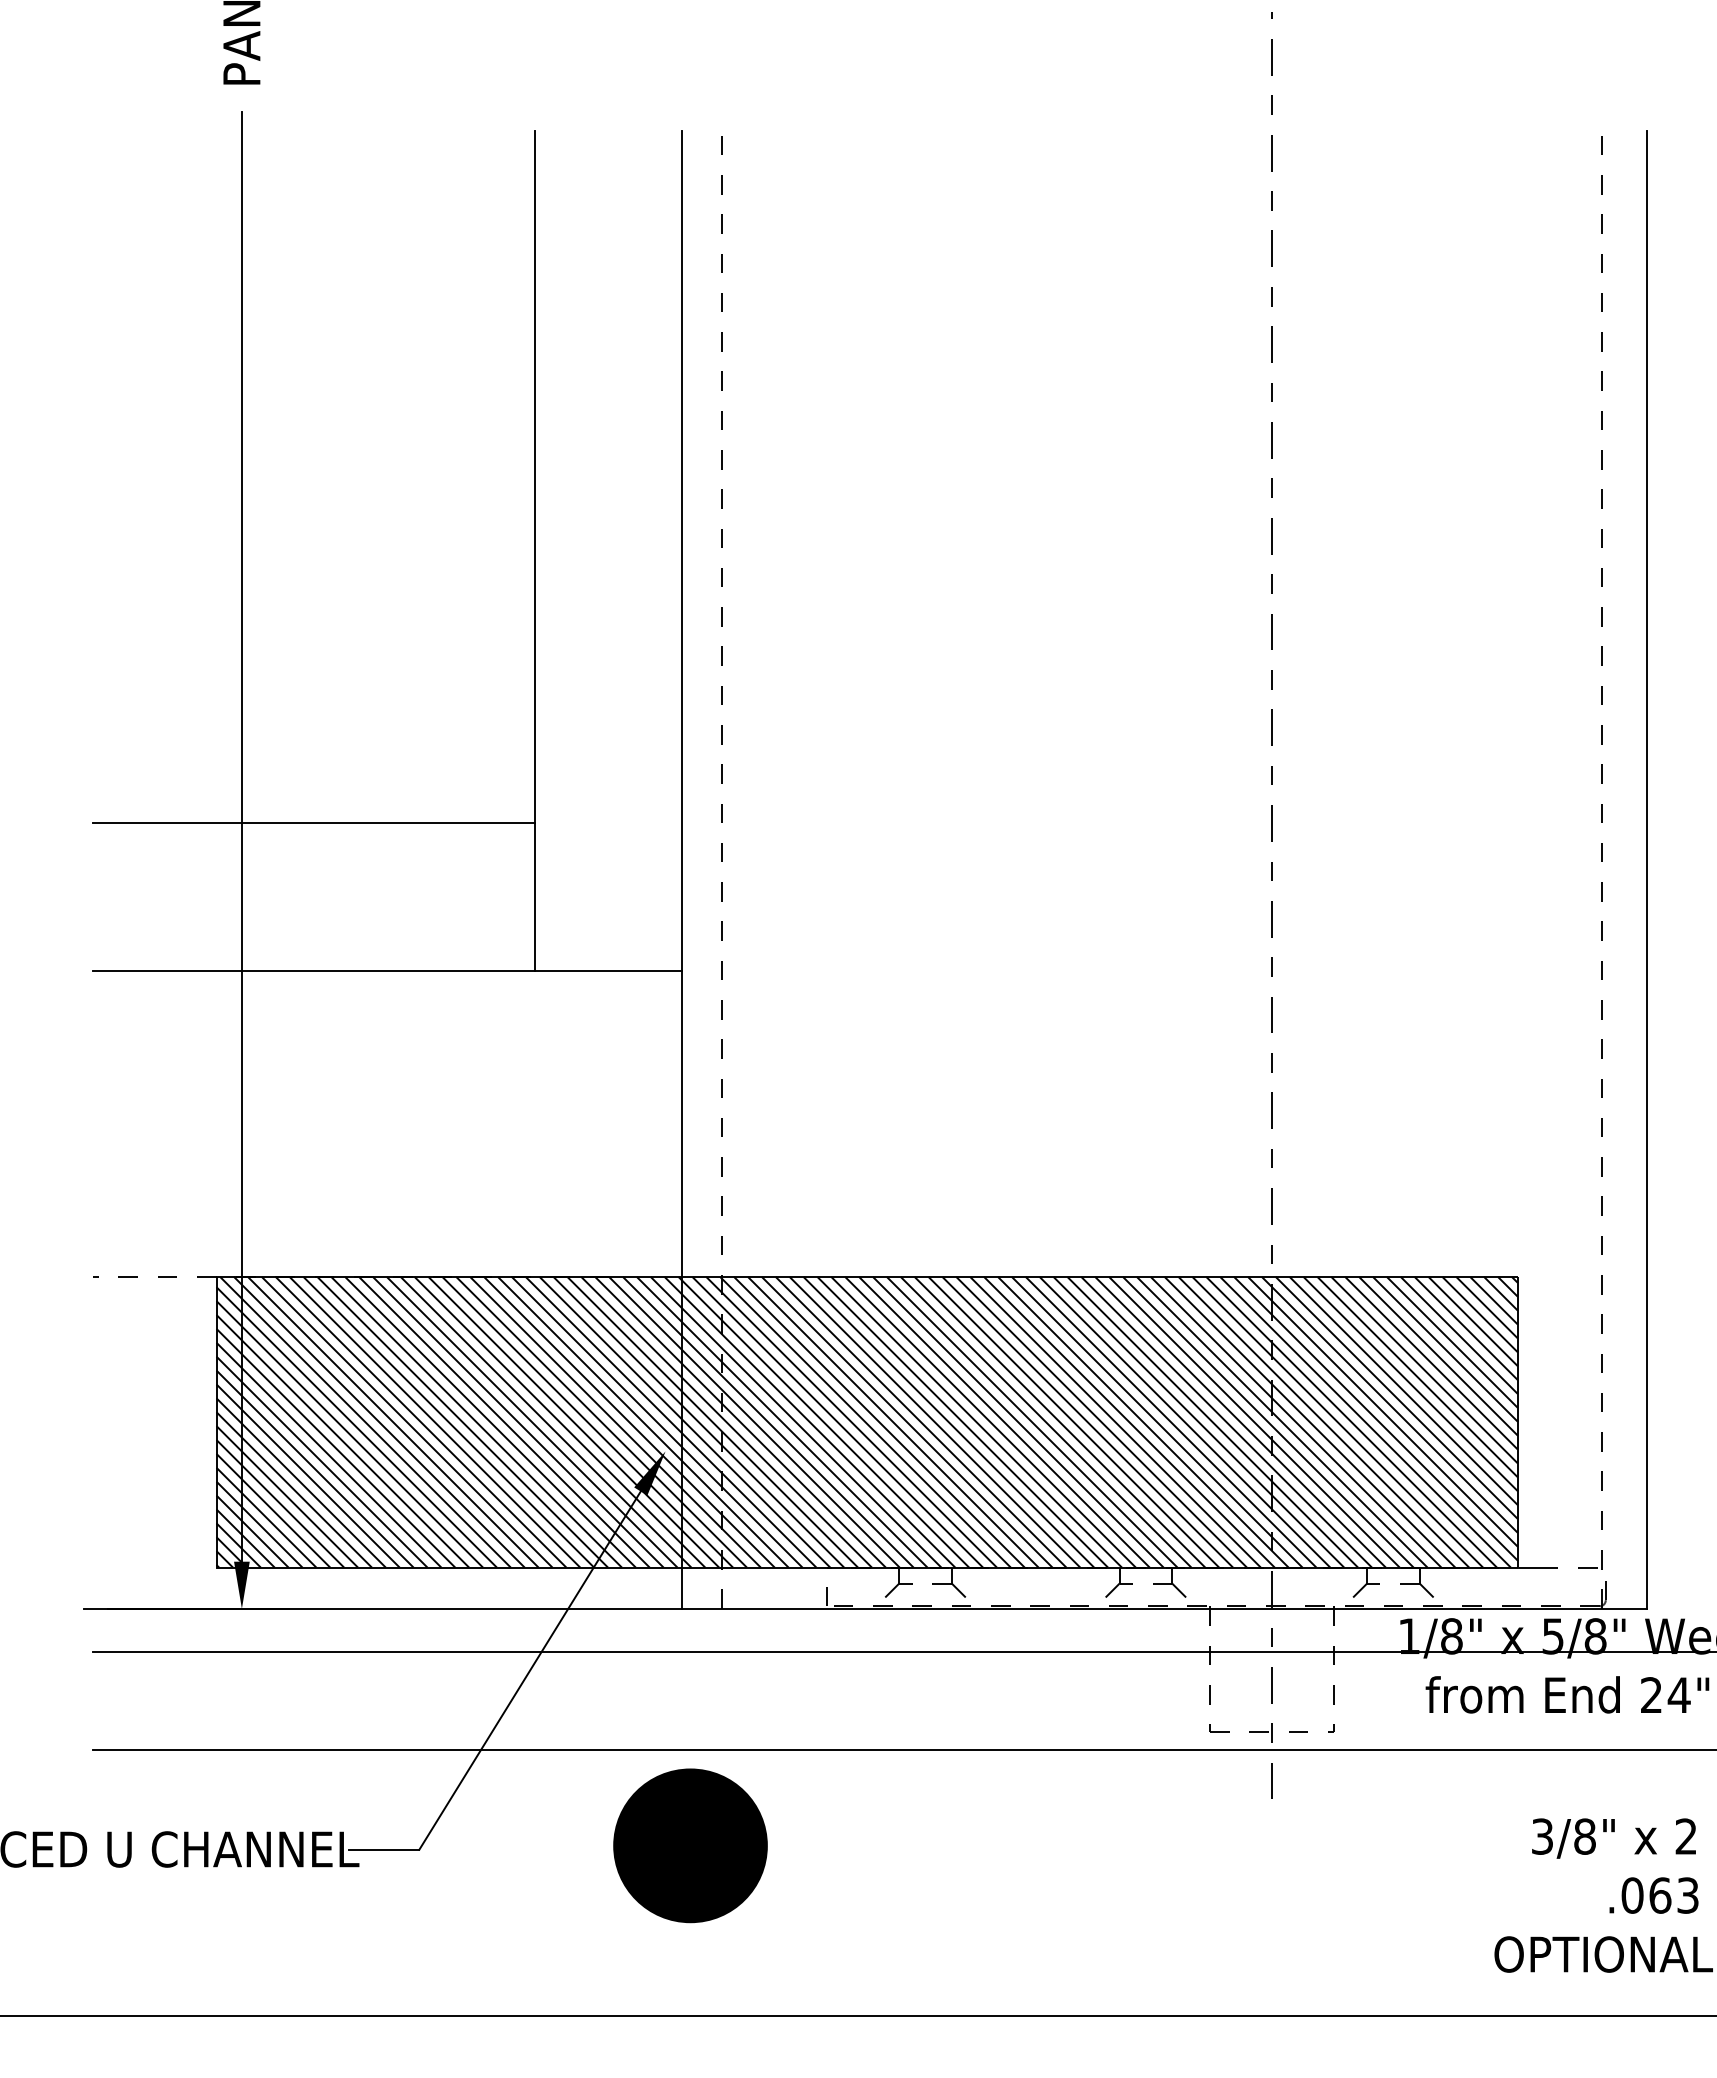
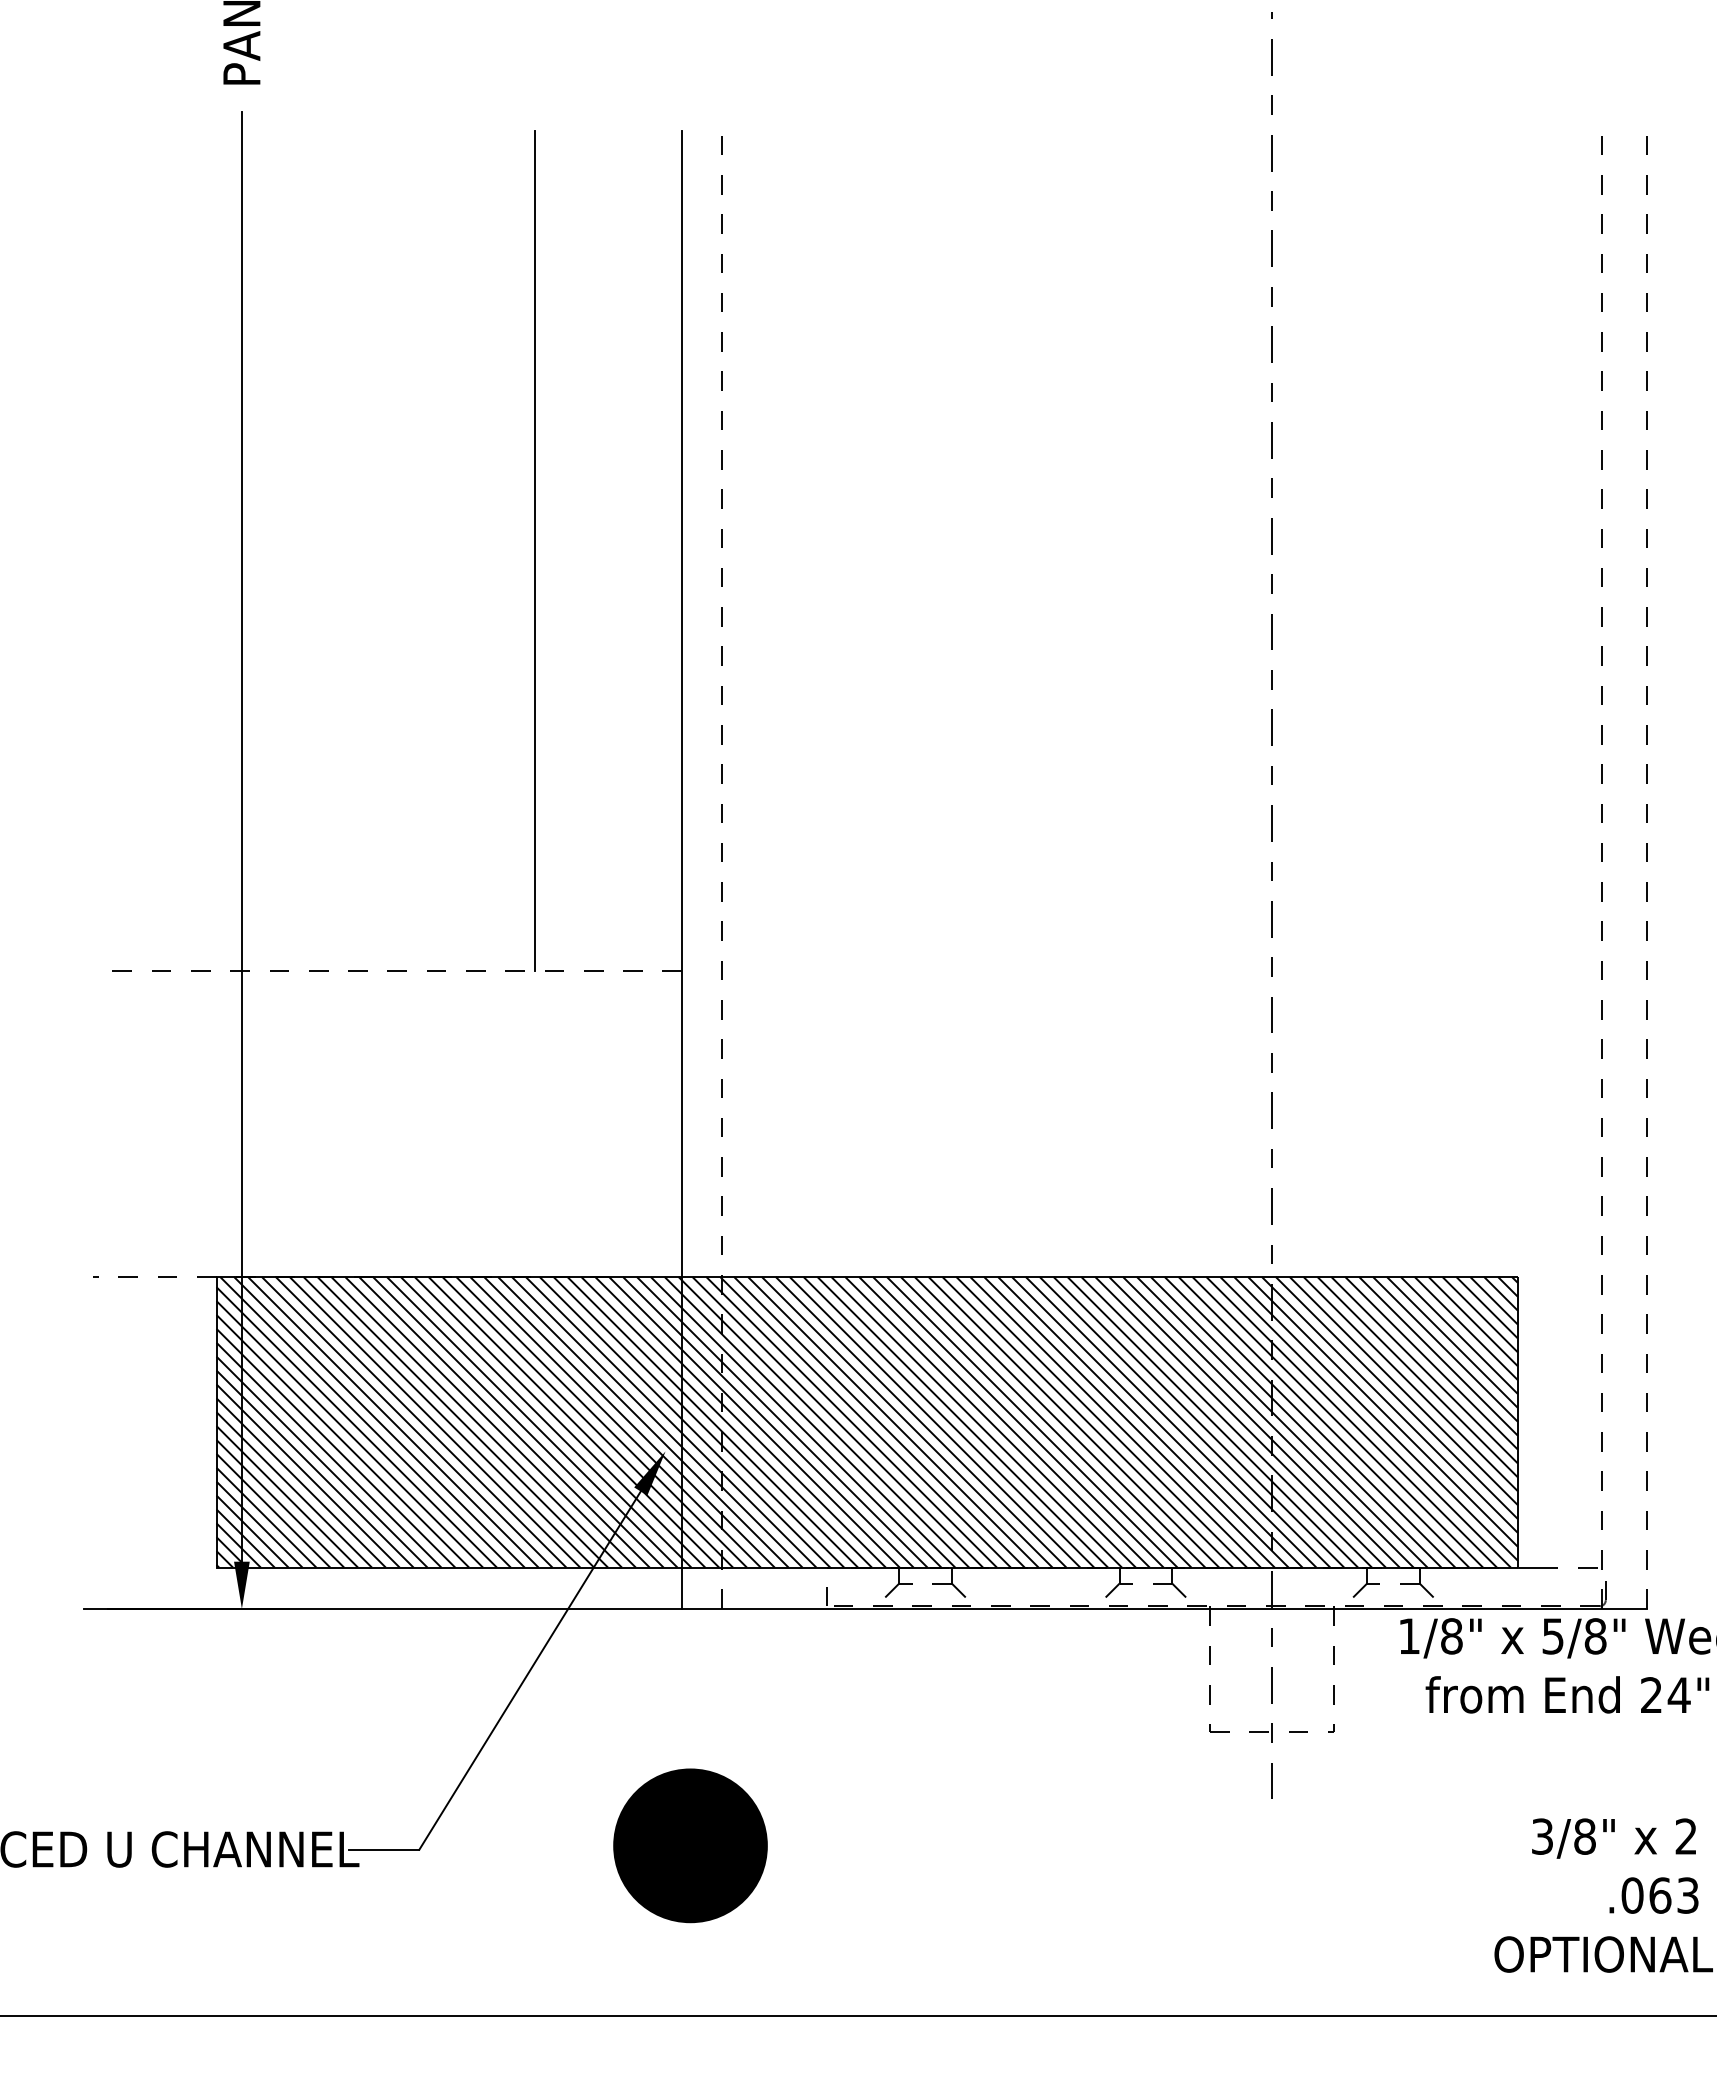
line at (313, 823): present -> none
line at (1646, 870): solid -> dashed
line at (387, 970): solid -> dashed
line at (902, 1651): present -> none
line at (902, 1750): present -> none
